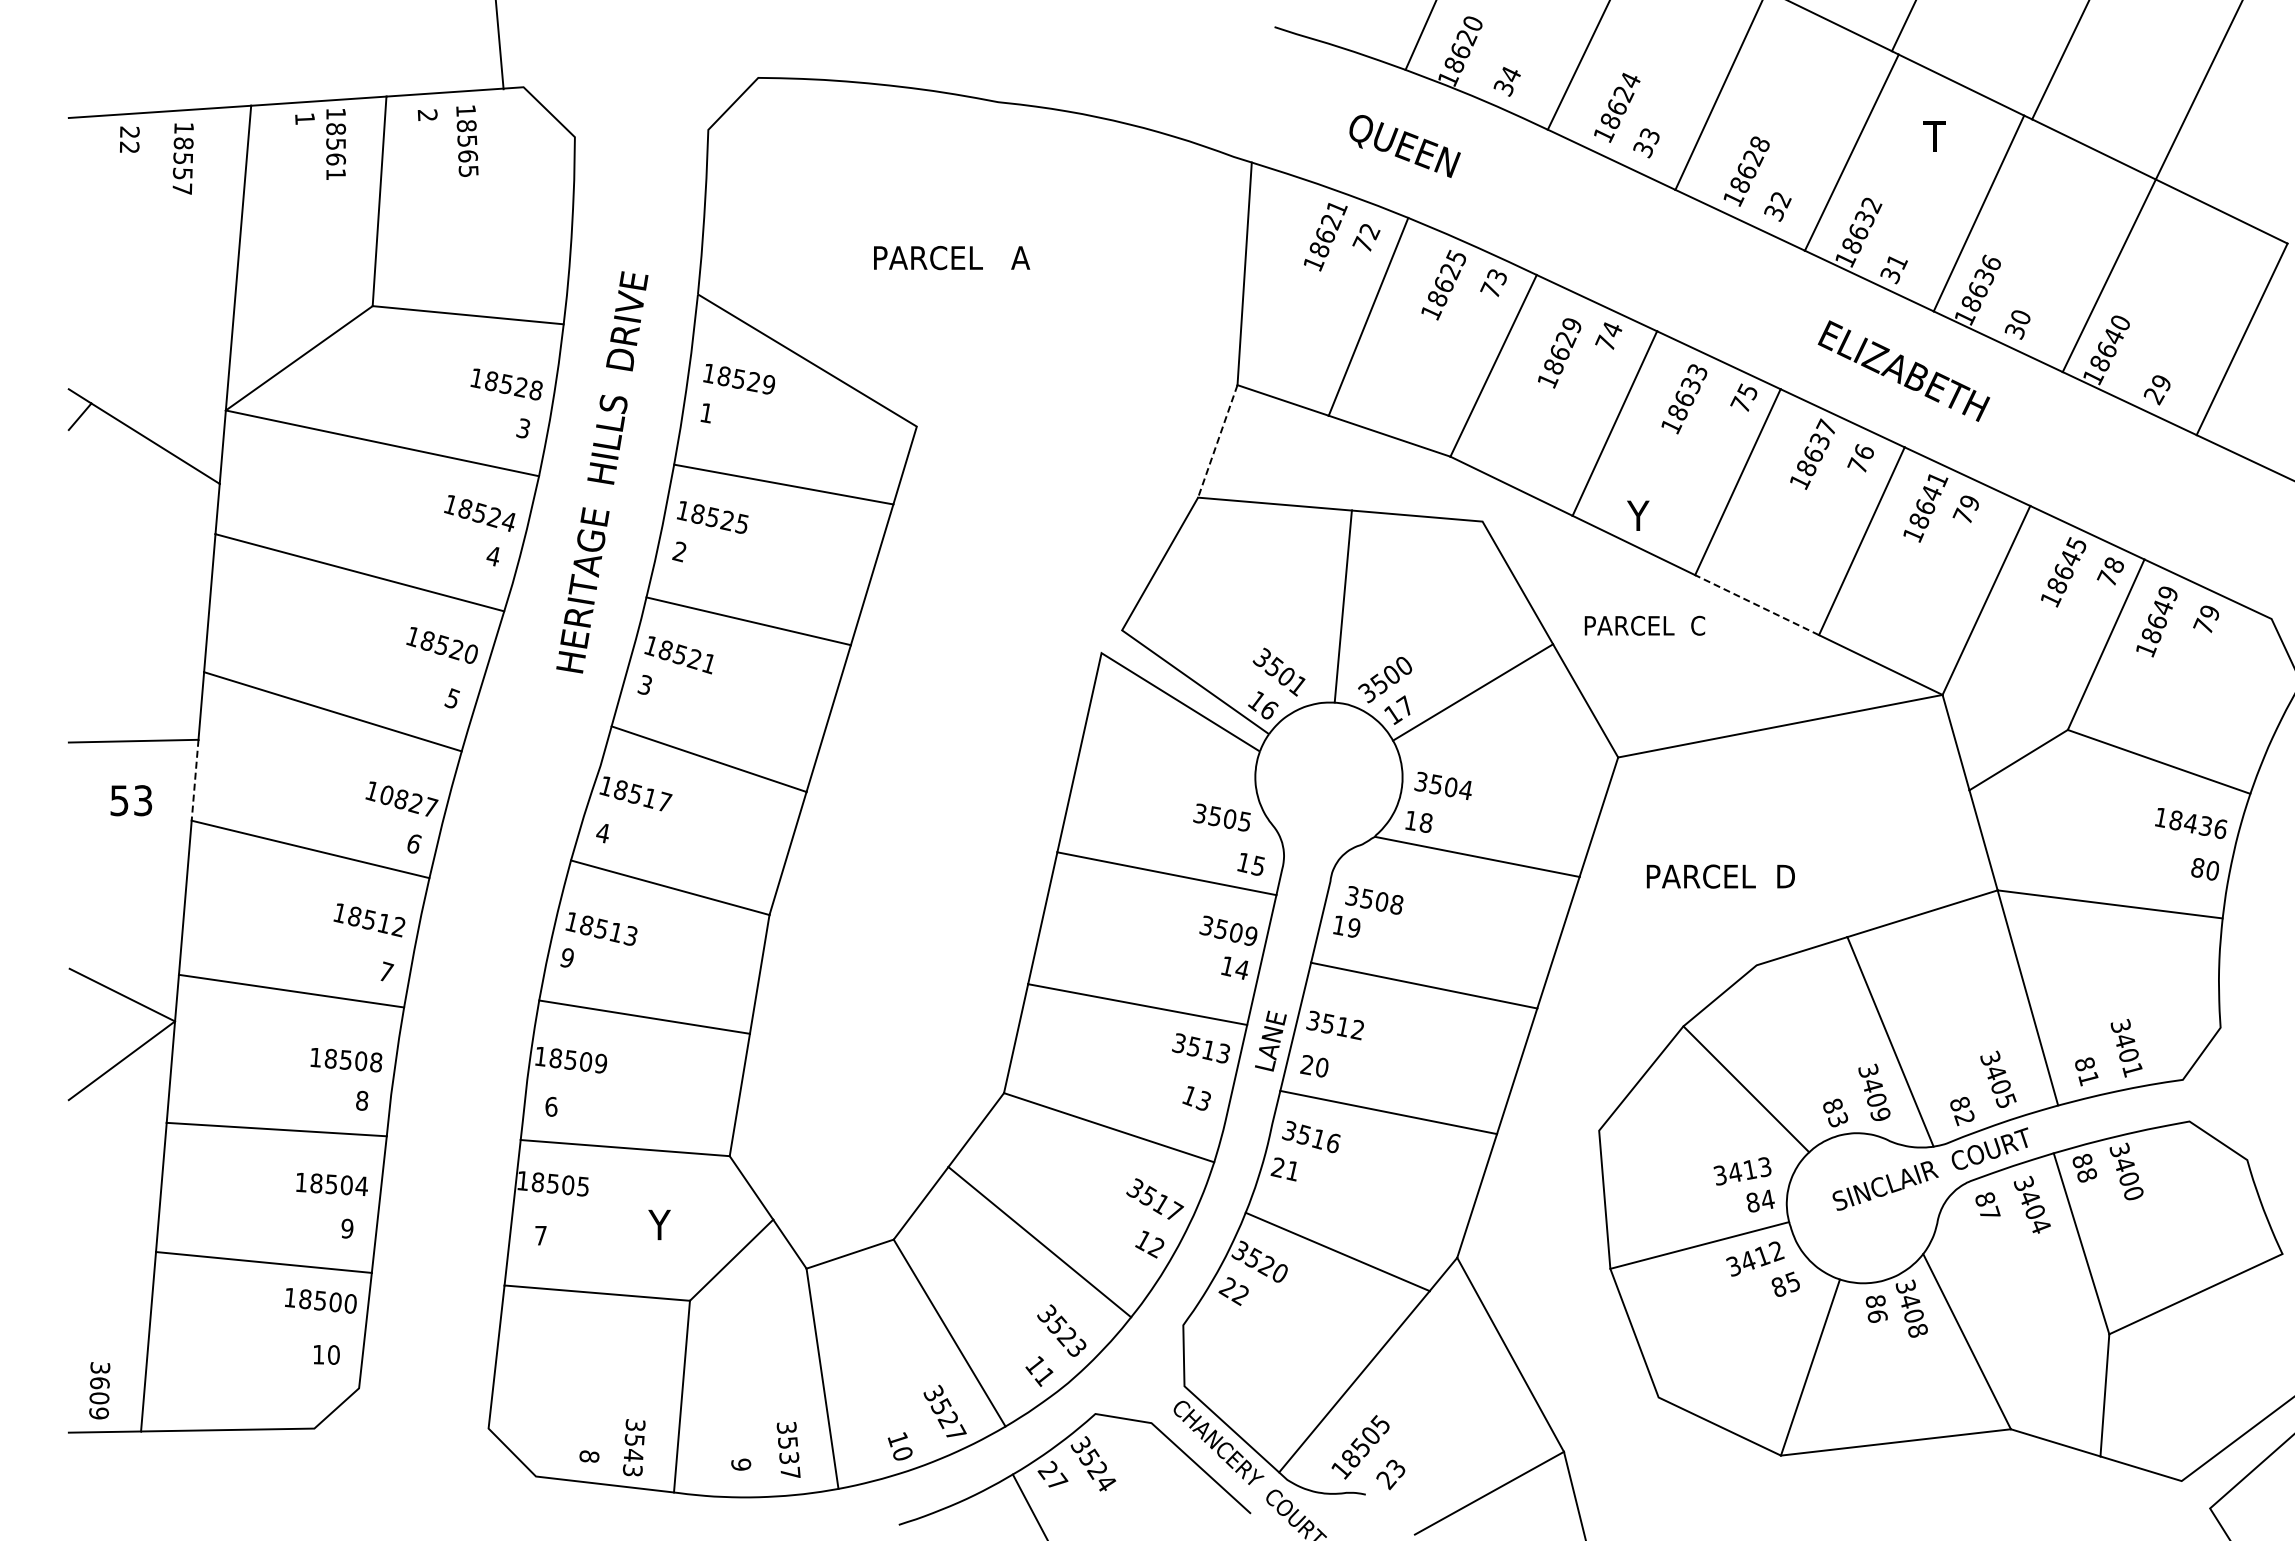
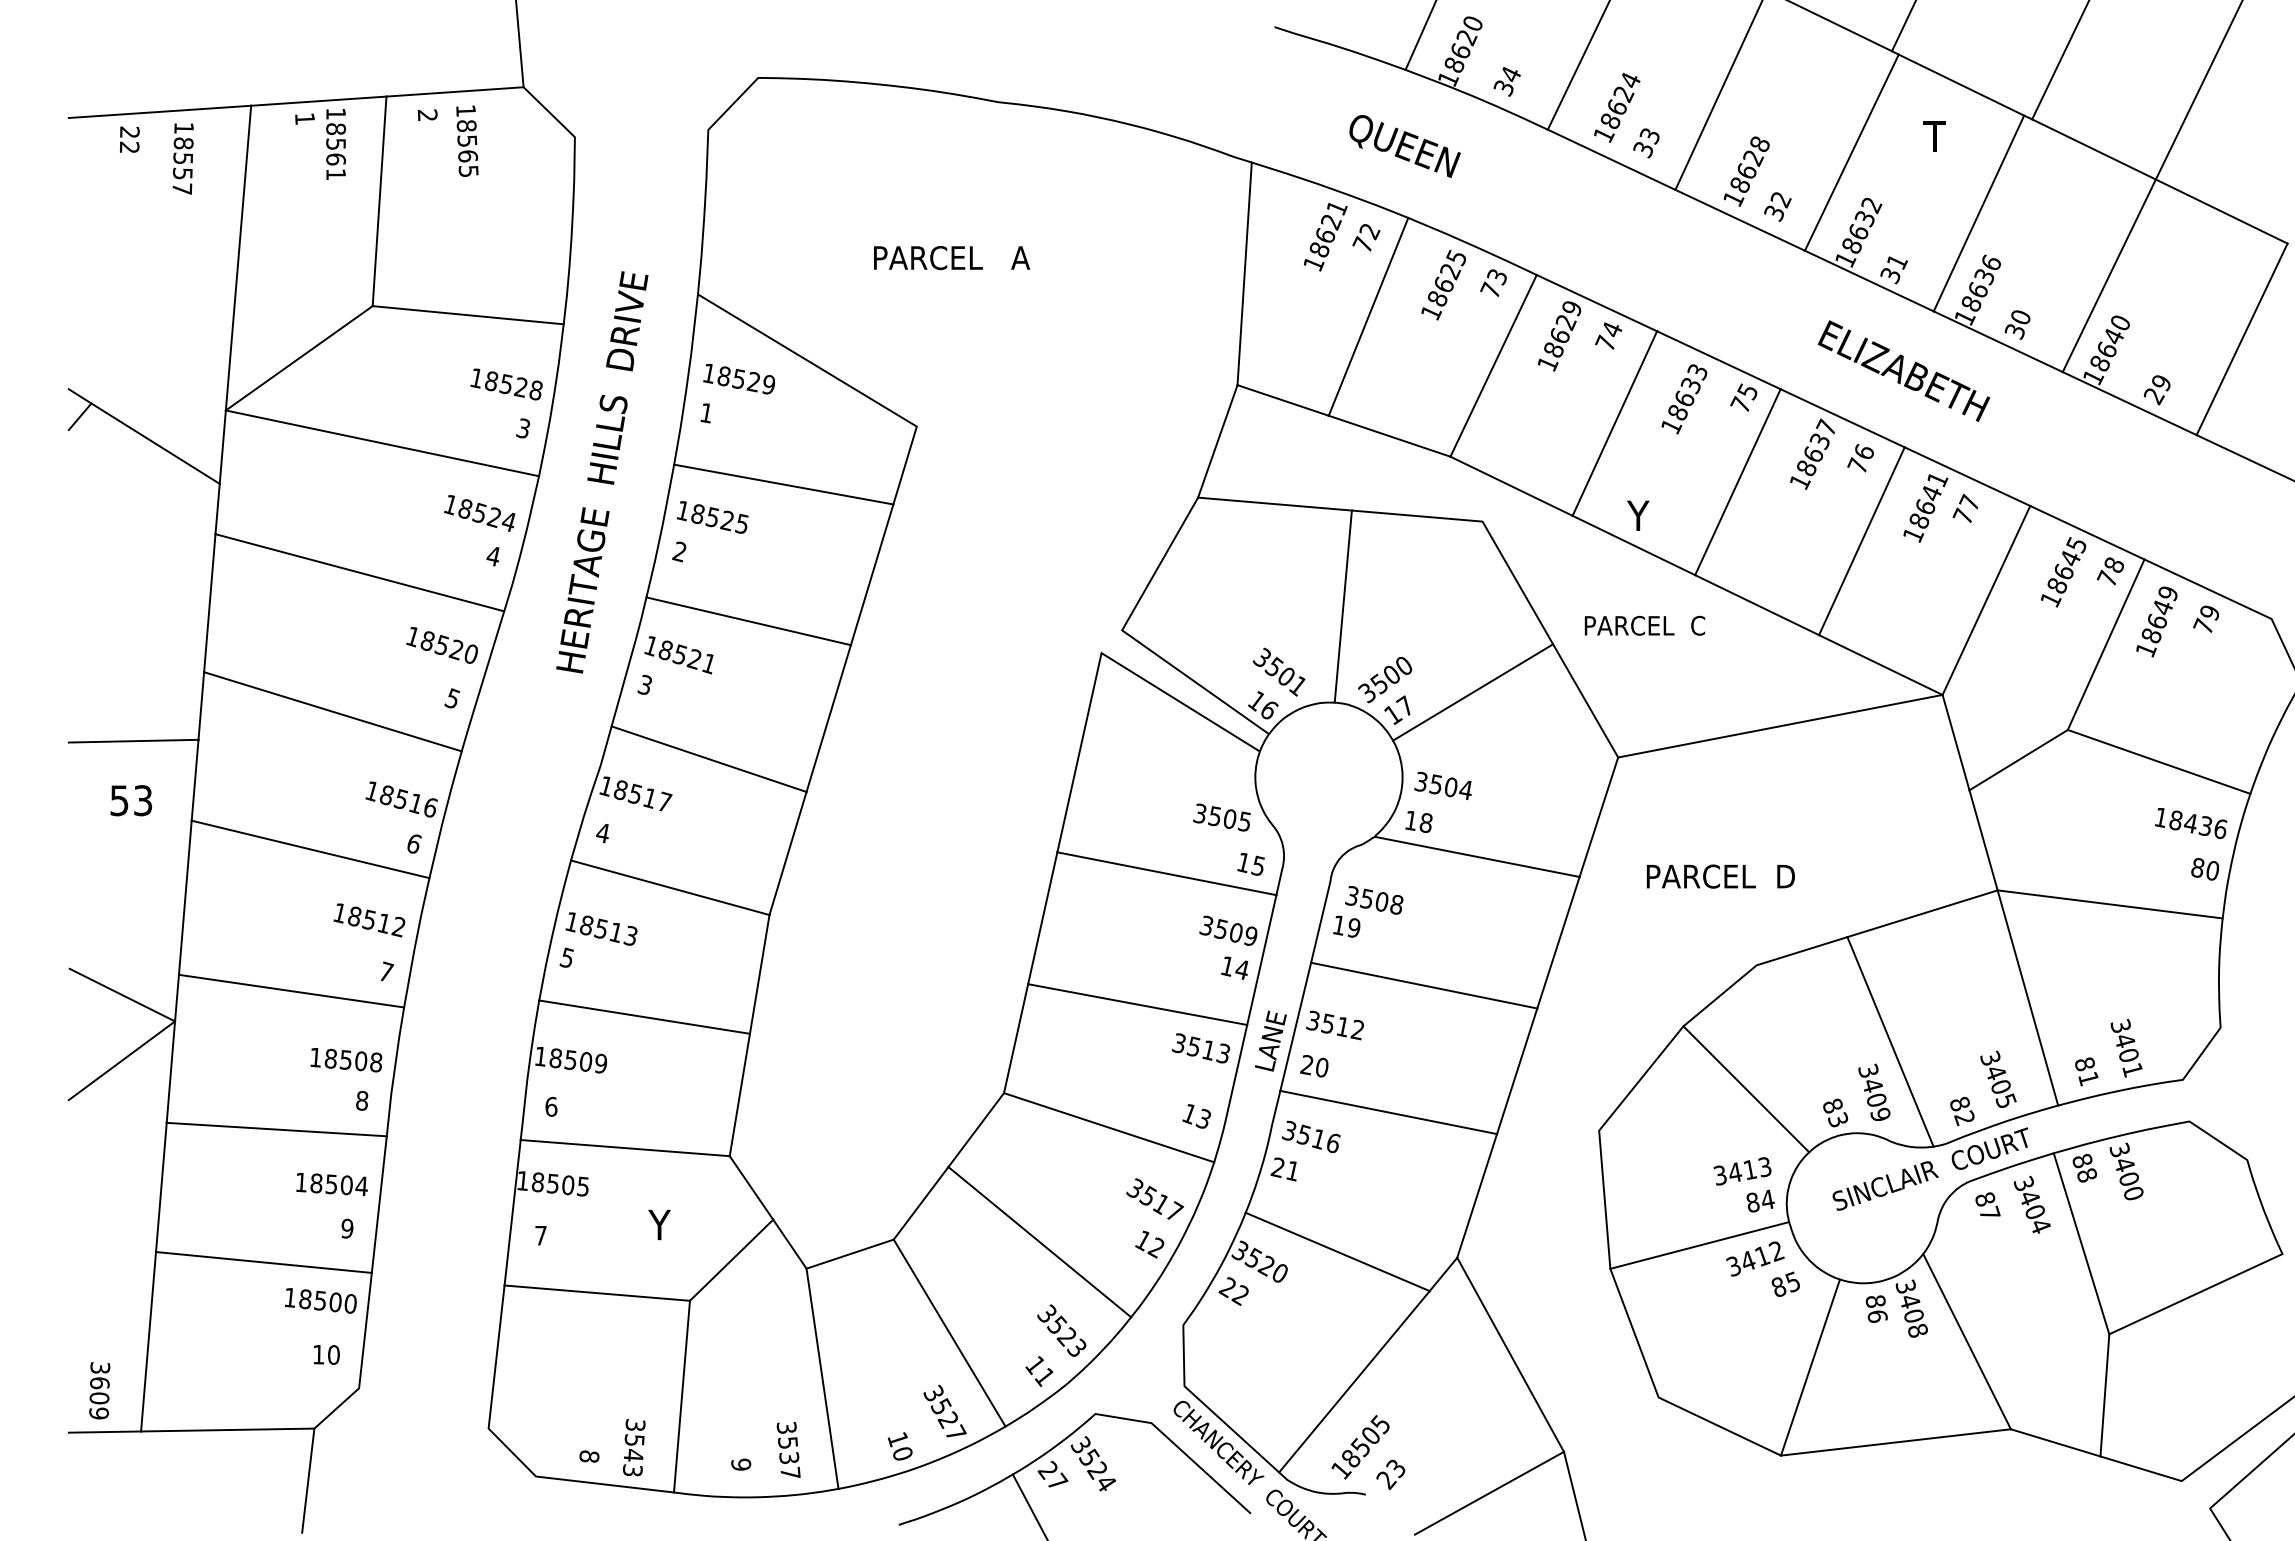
line at (499, 45) position: (499, 45) -> (519, 44)
text at (1559, 353) position: (1559, 353) -> (1559, 336)
line at (1217, 441): dashed -> solid
text at (1968, 501): 79 -> 77
line at (1757, 605): dashed -> solid
line at (195, 780): dashed -> solid
text at (408, 801): 10827 -> 18516
text at (566, 957): 9 -> 5
text at (1196, 1098) position: (1196, 1098) -> (1196, 1116)
line at (308, 1480): none -> present
